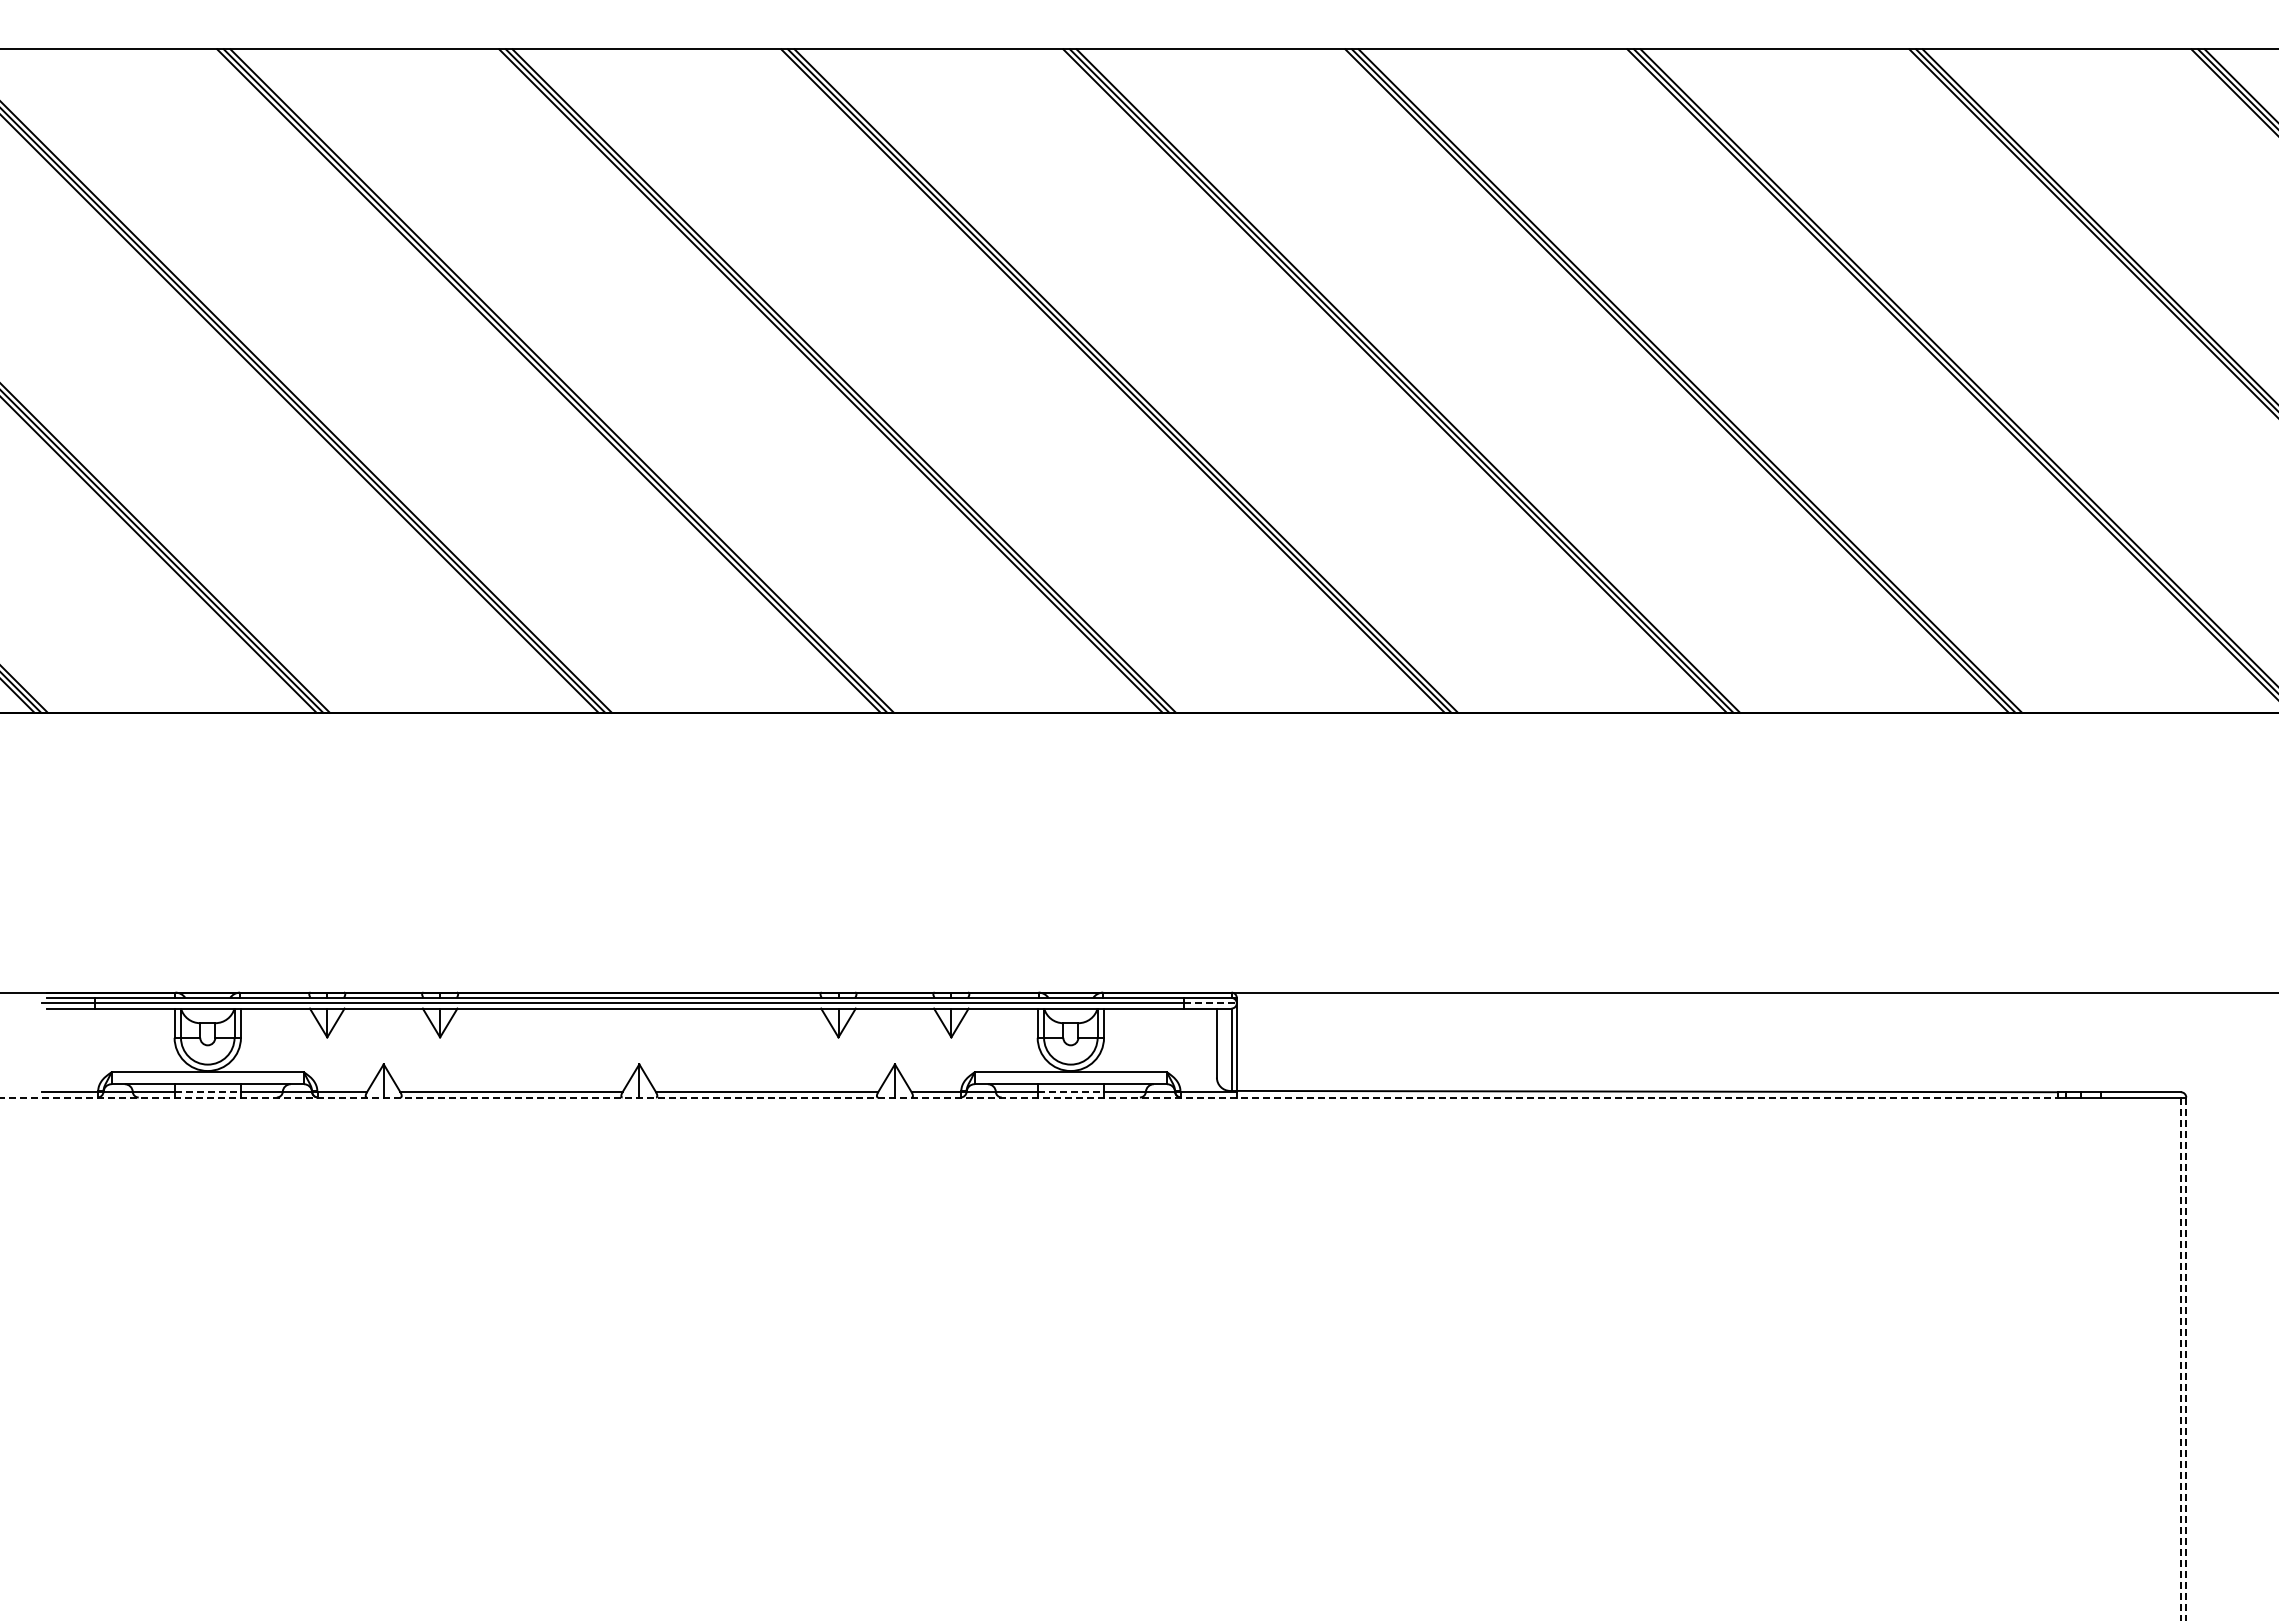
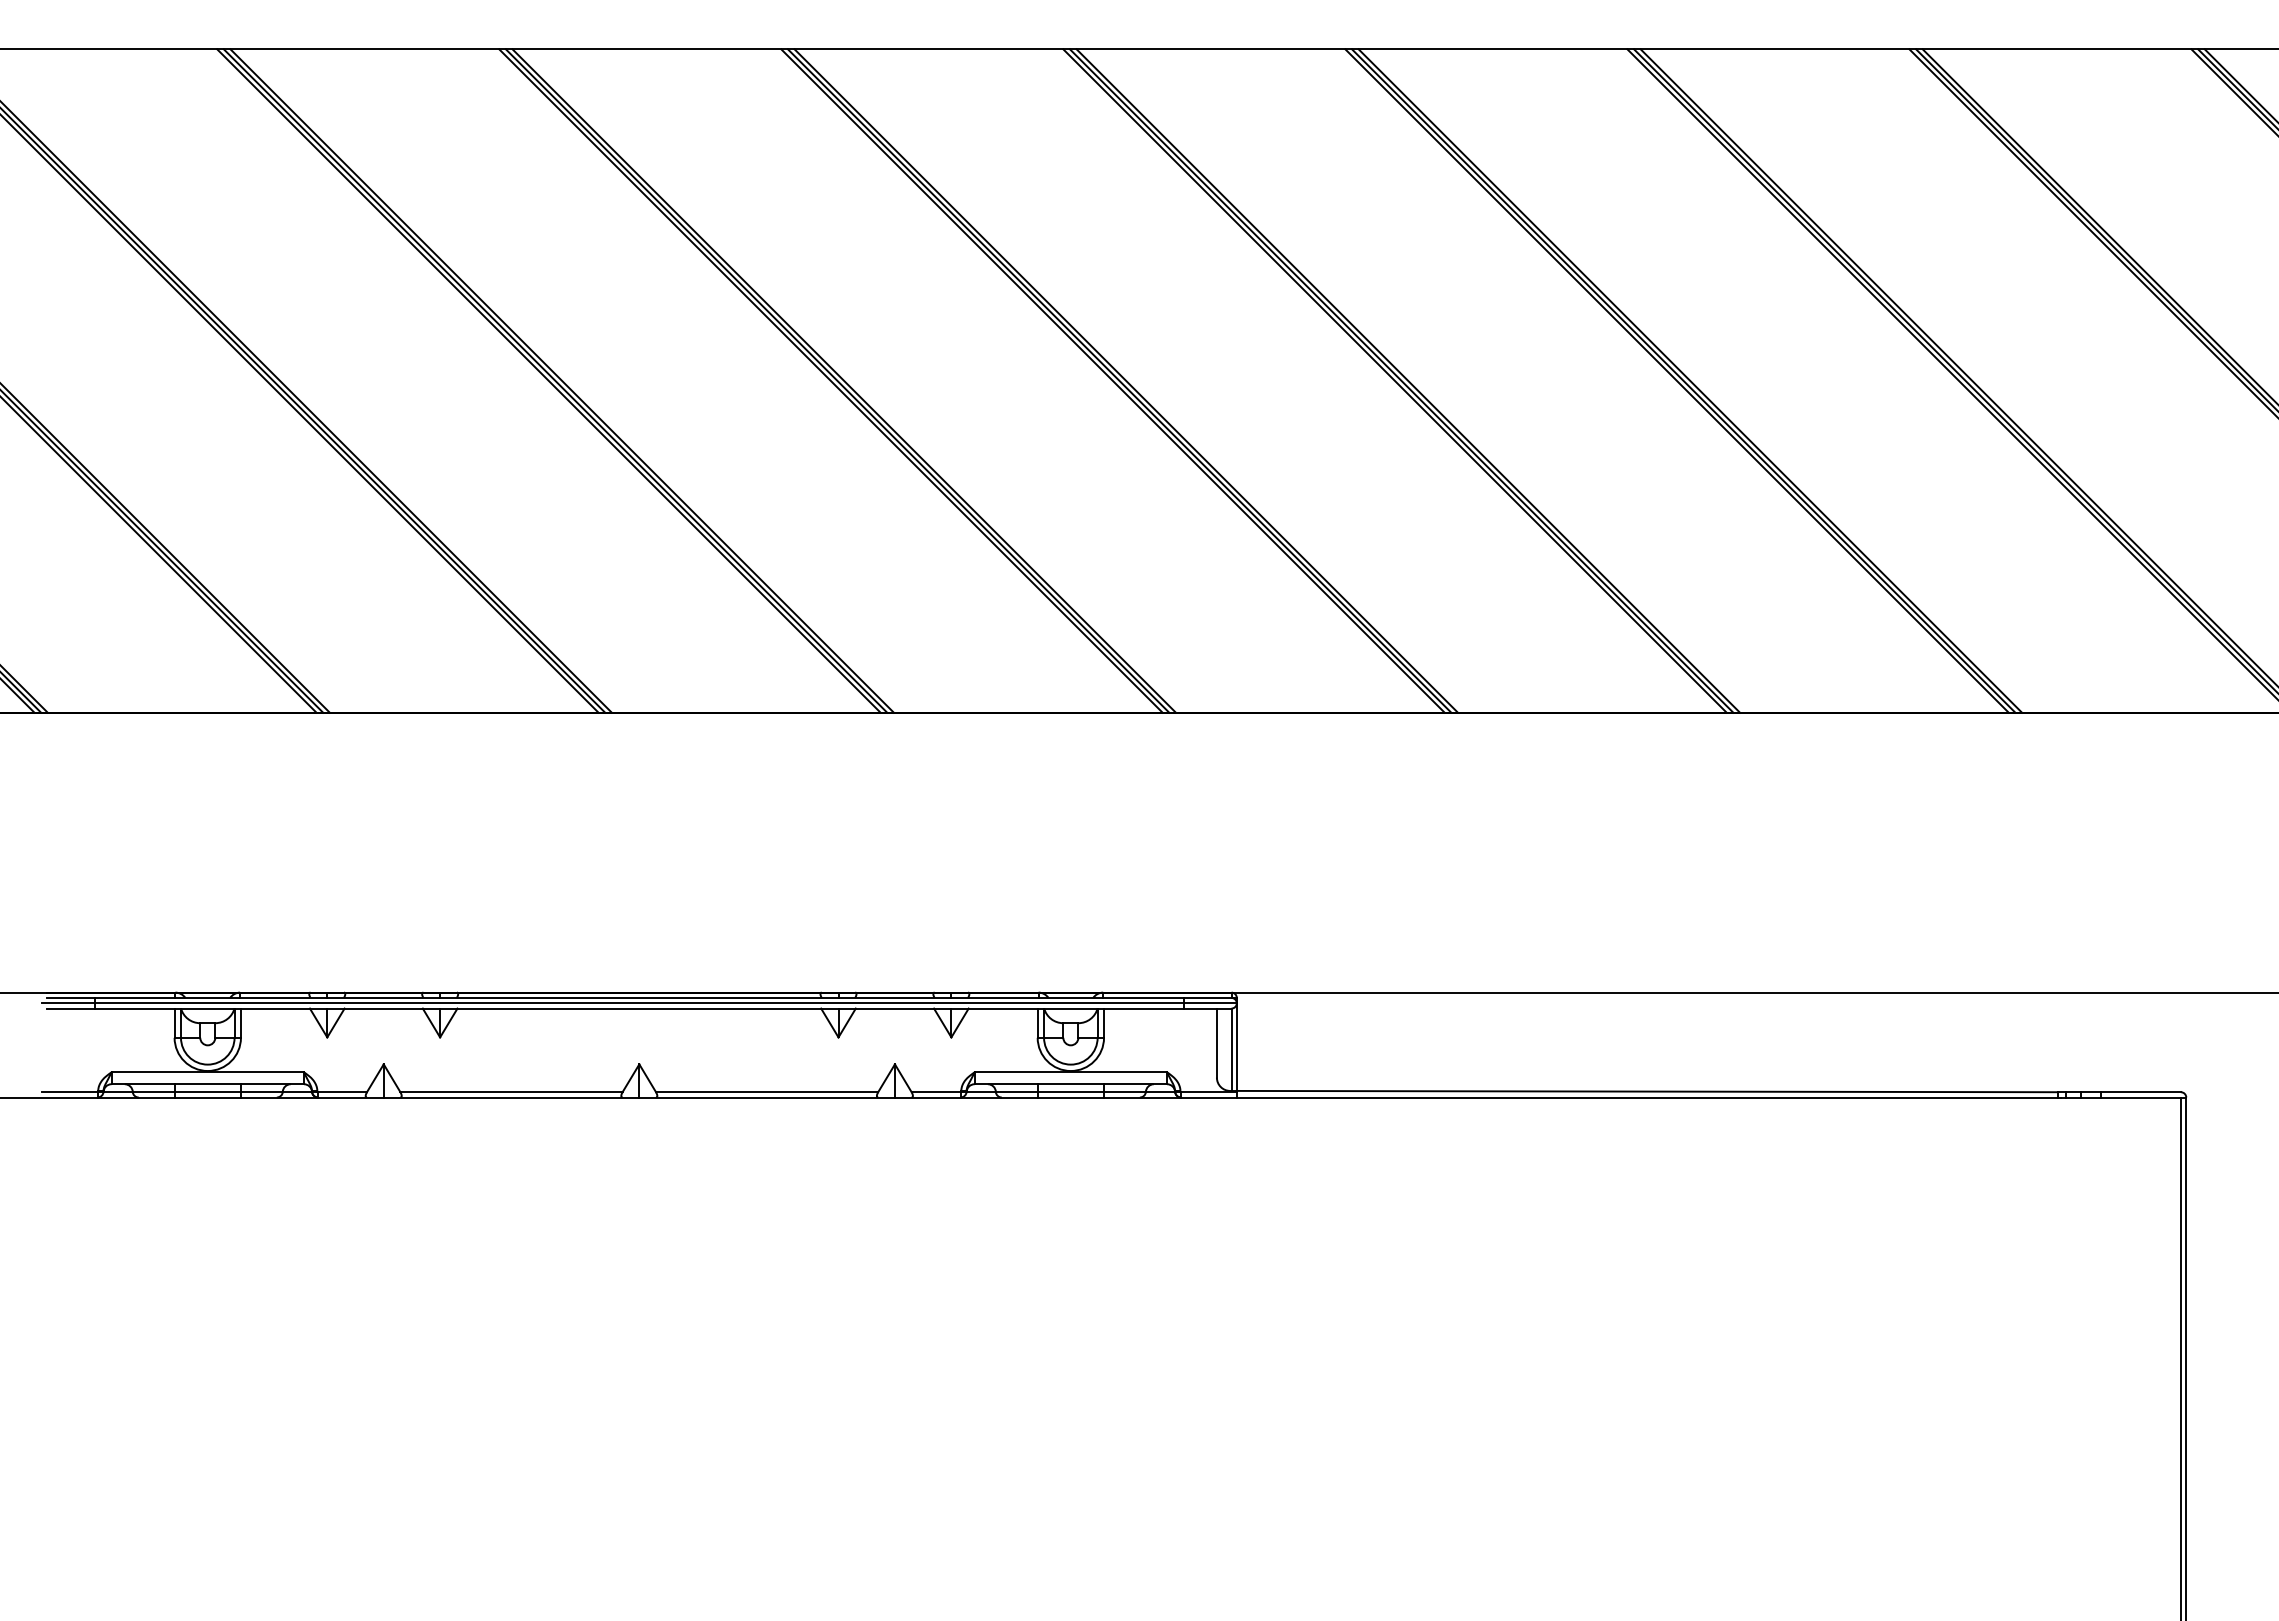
line at (1210, 1003): dashed -> solid
line at (208, 1091): dashed -> solid
line at (1071, 1091): dashed -> solid
line at (1030, 1097): dashed -> solid
line at (2180, 1359): dashed -> solid
line at (2186, 1359): dashed -> solid
